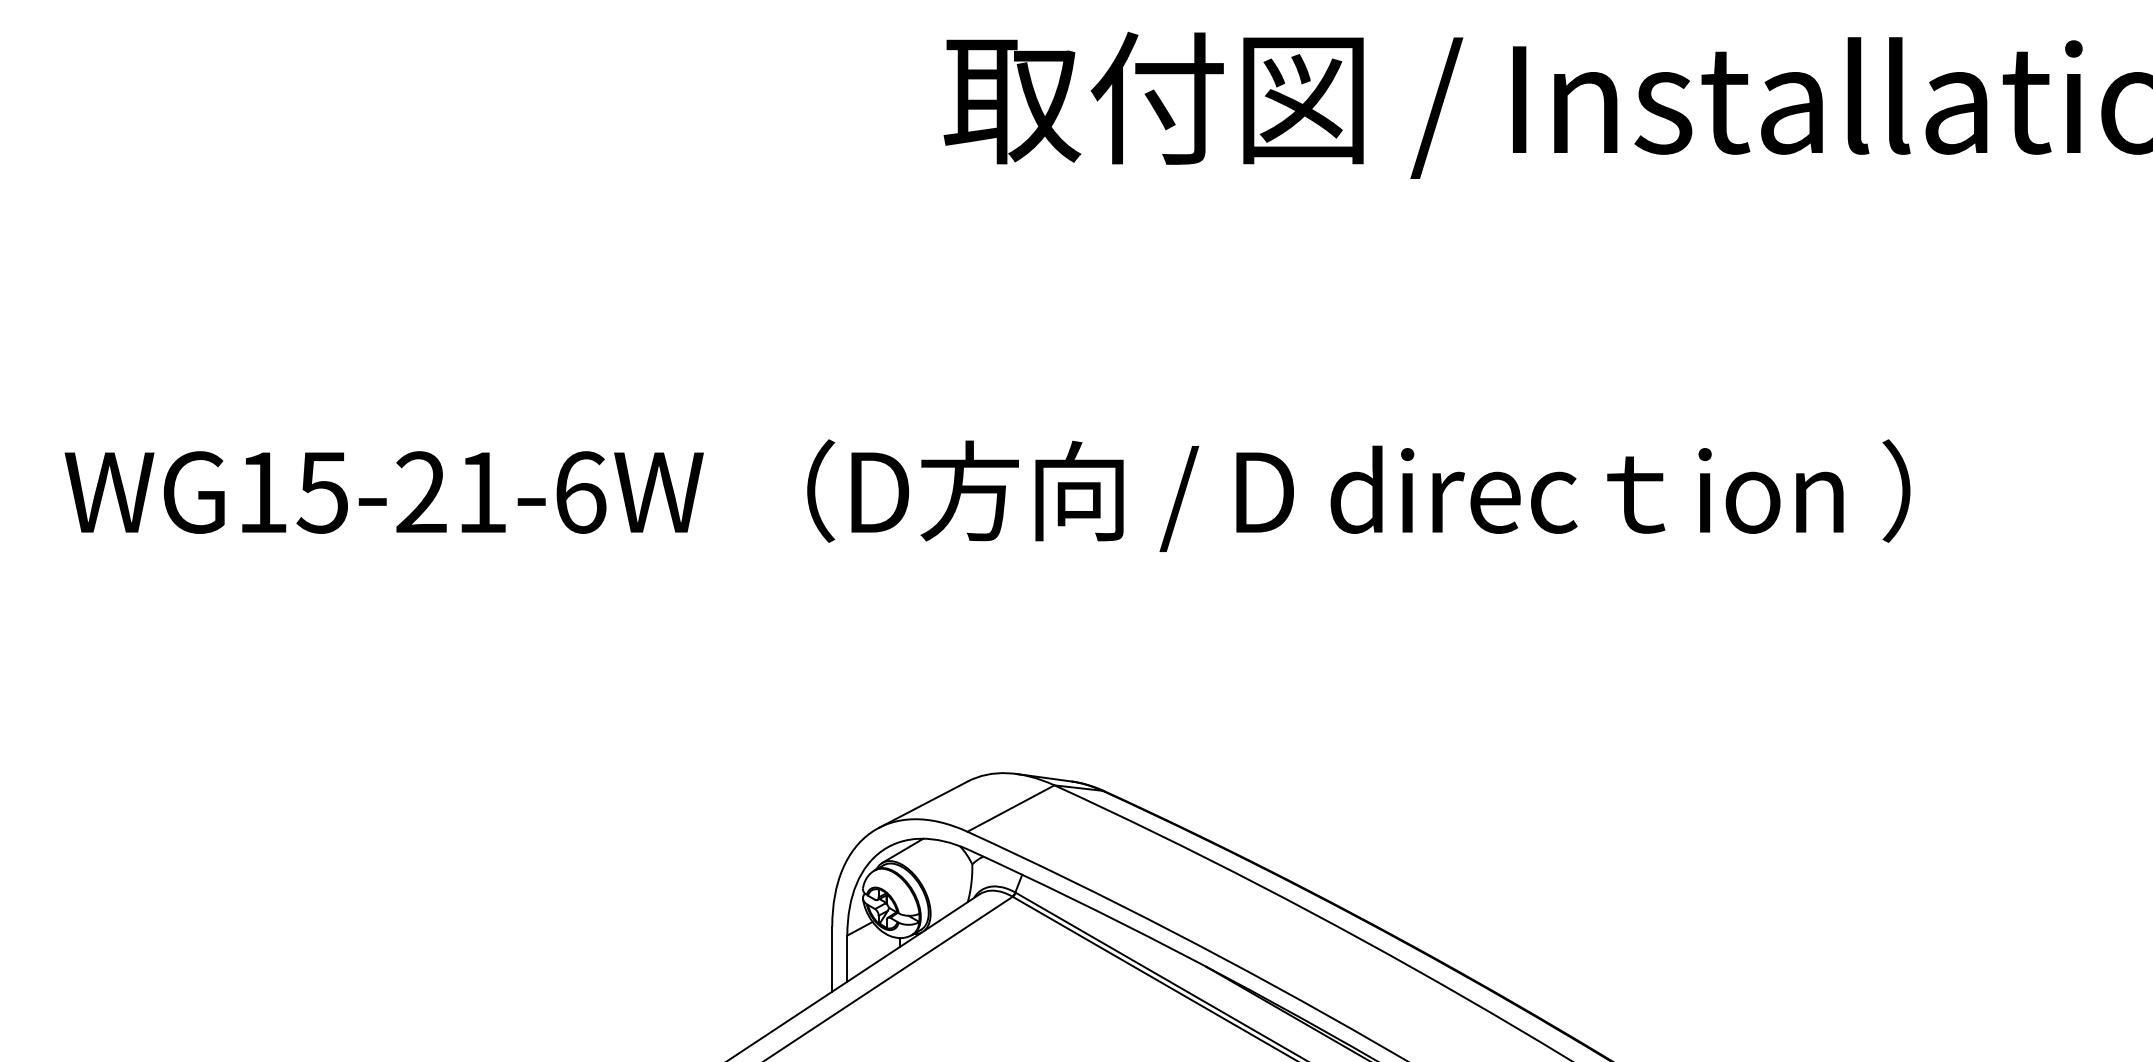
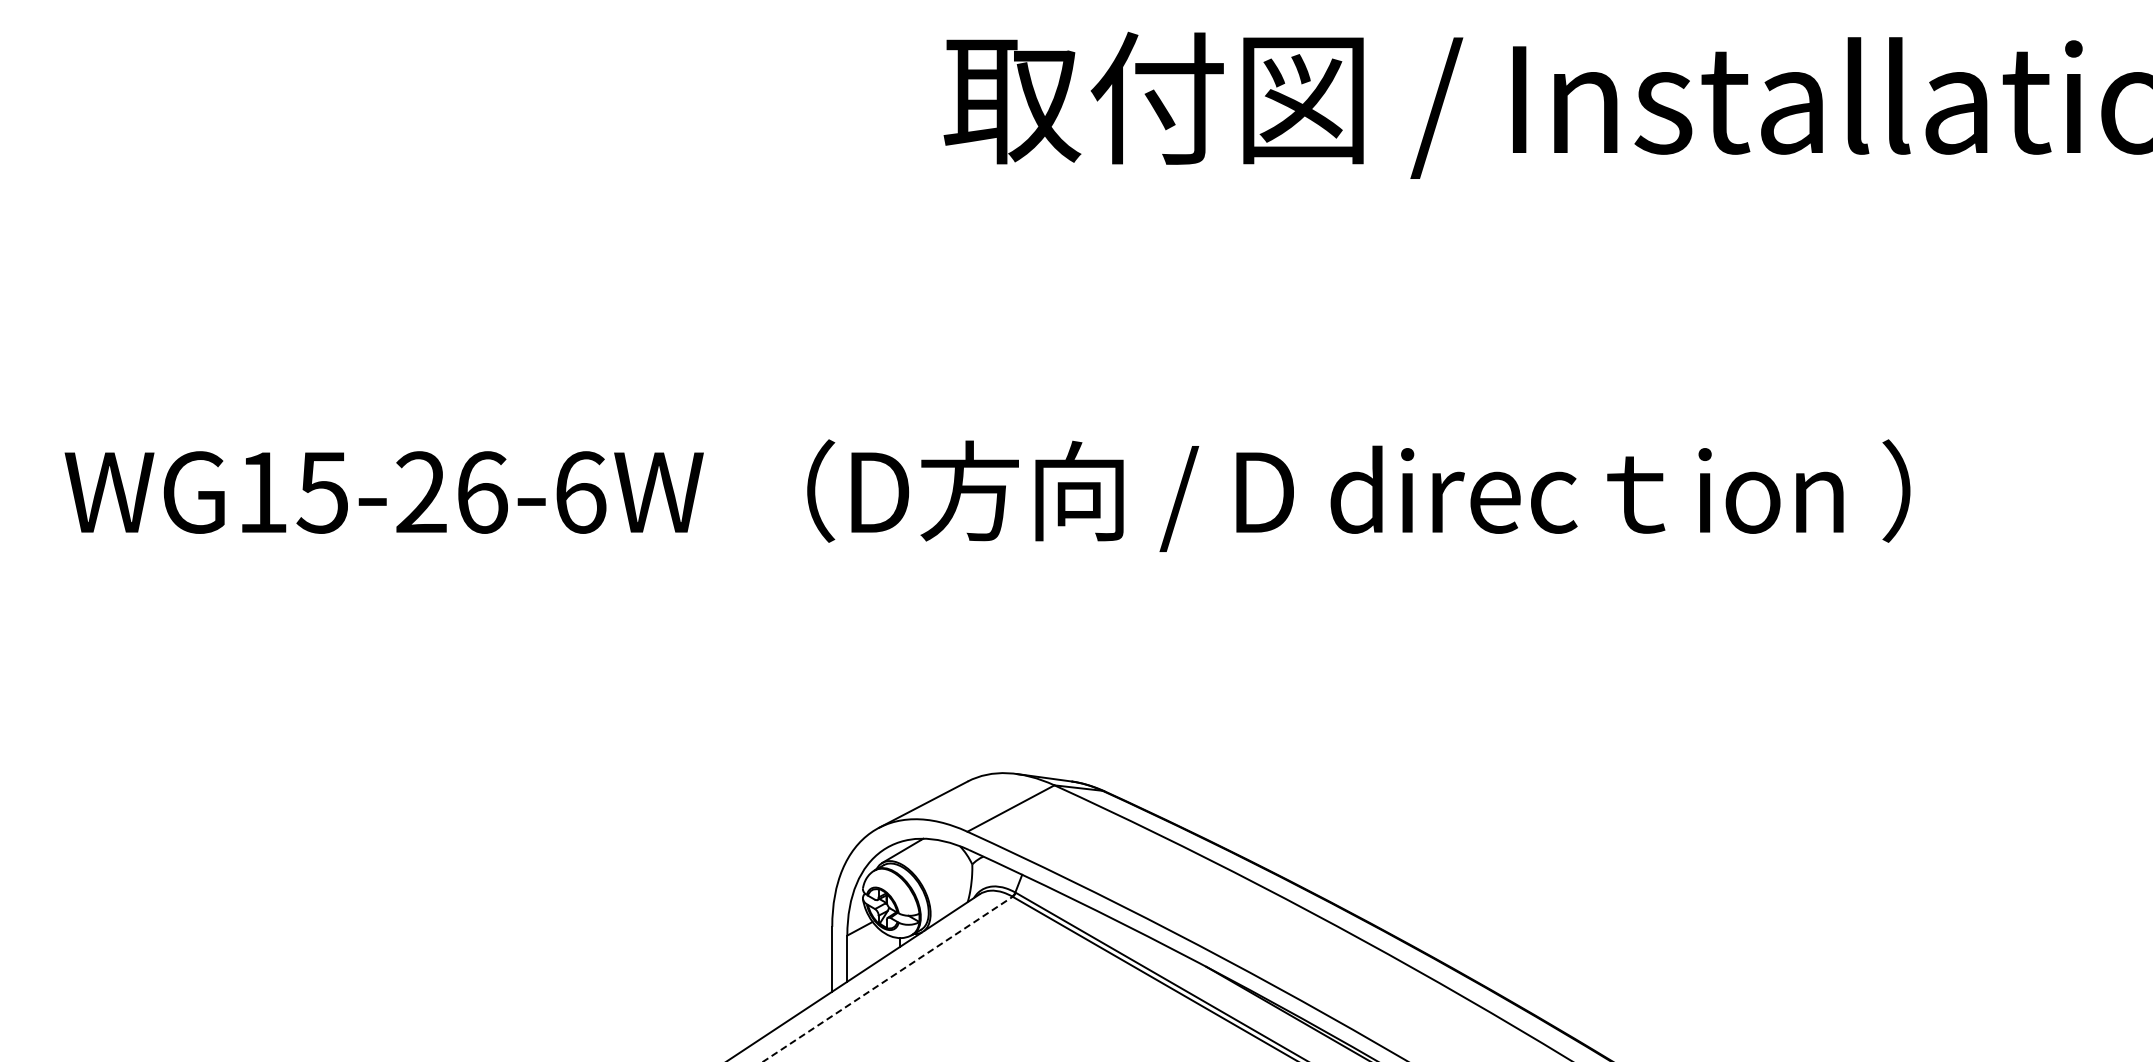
text at (482, 492): WG15-21-6W -> WG15-26-6W
line at (888, 978): solid -> dashed
